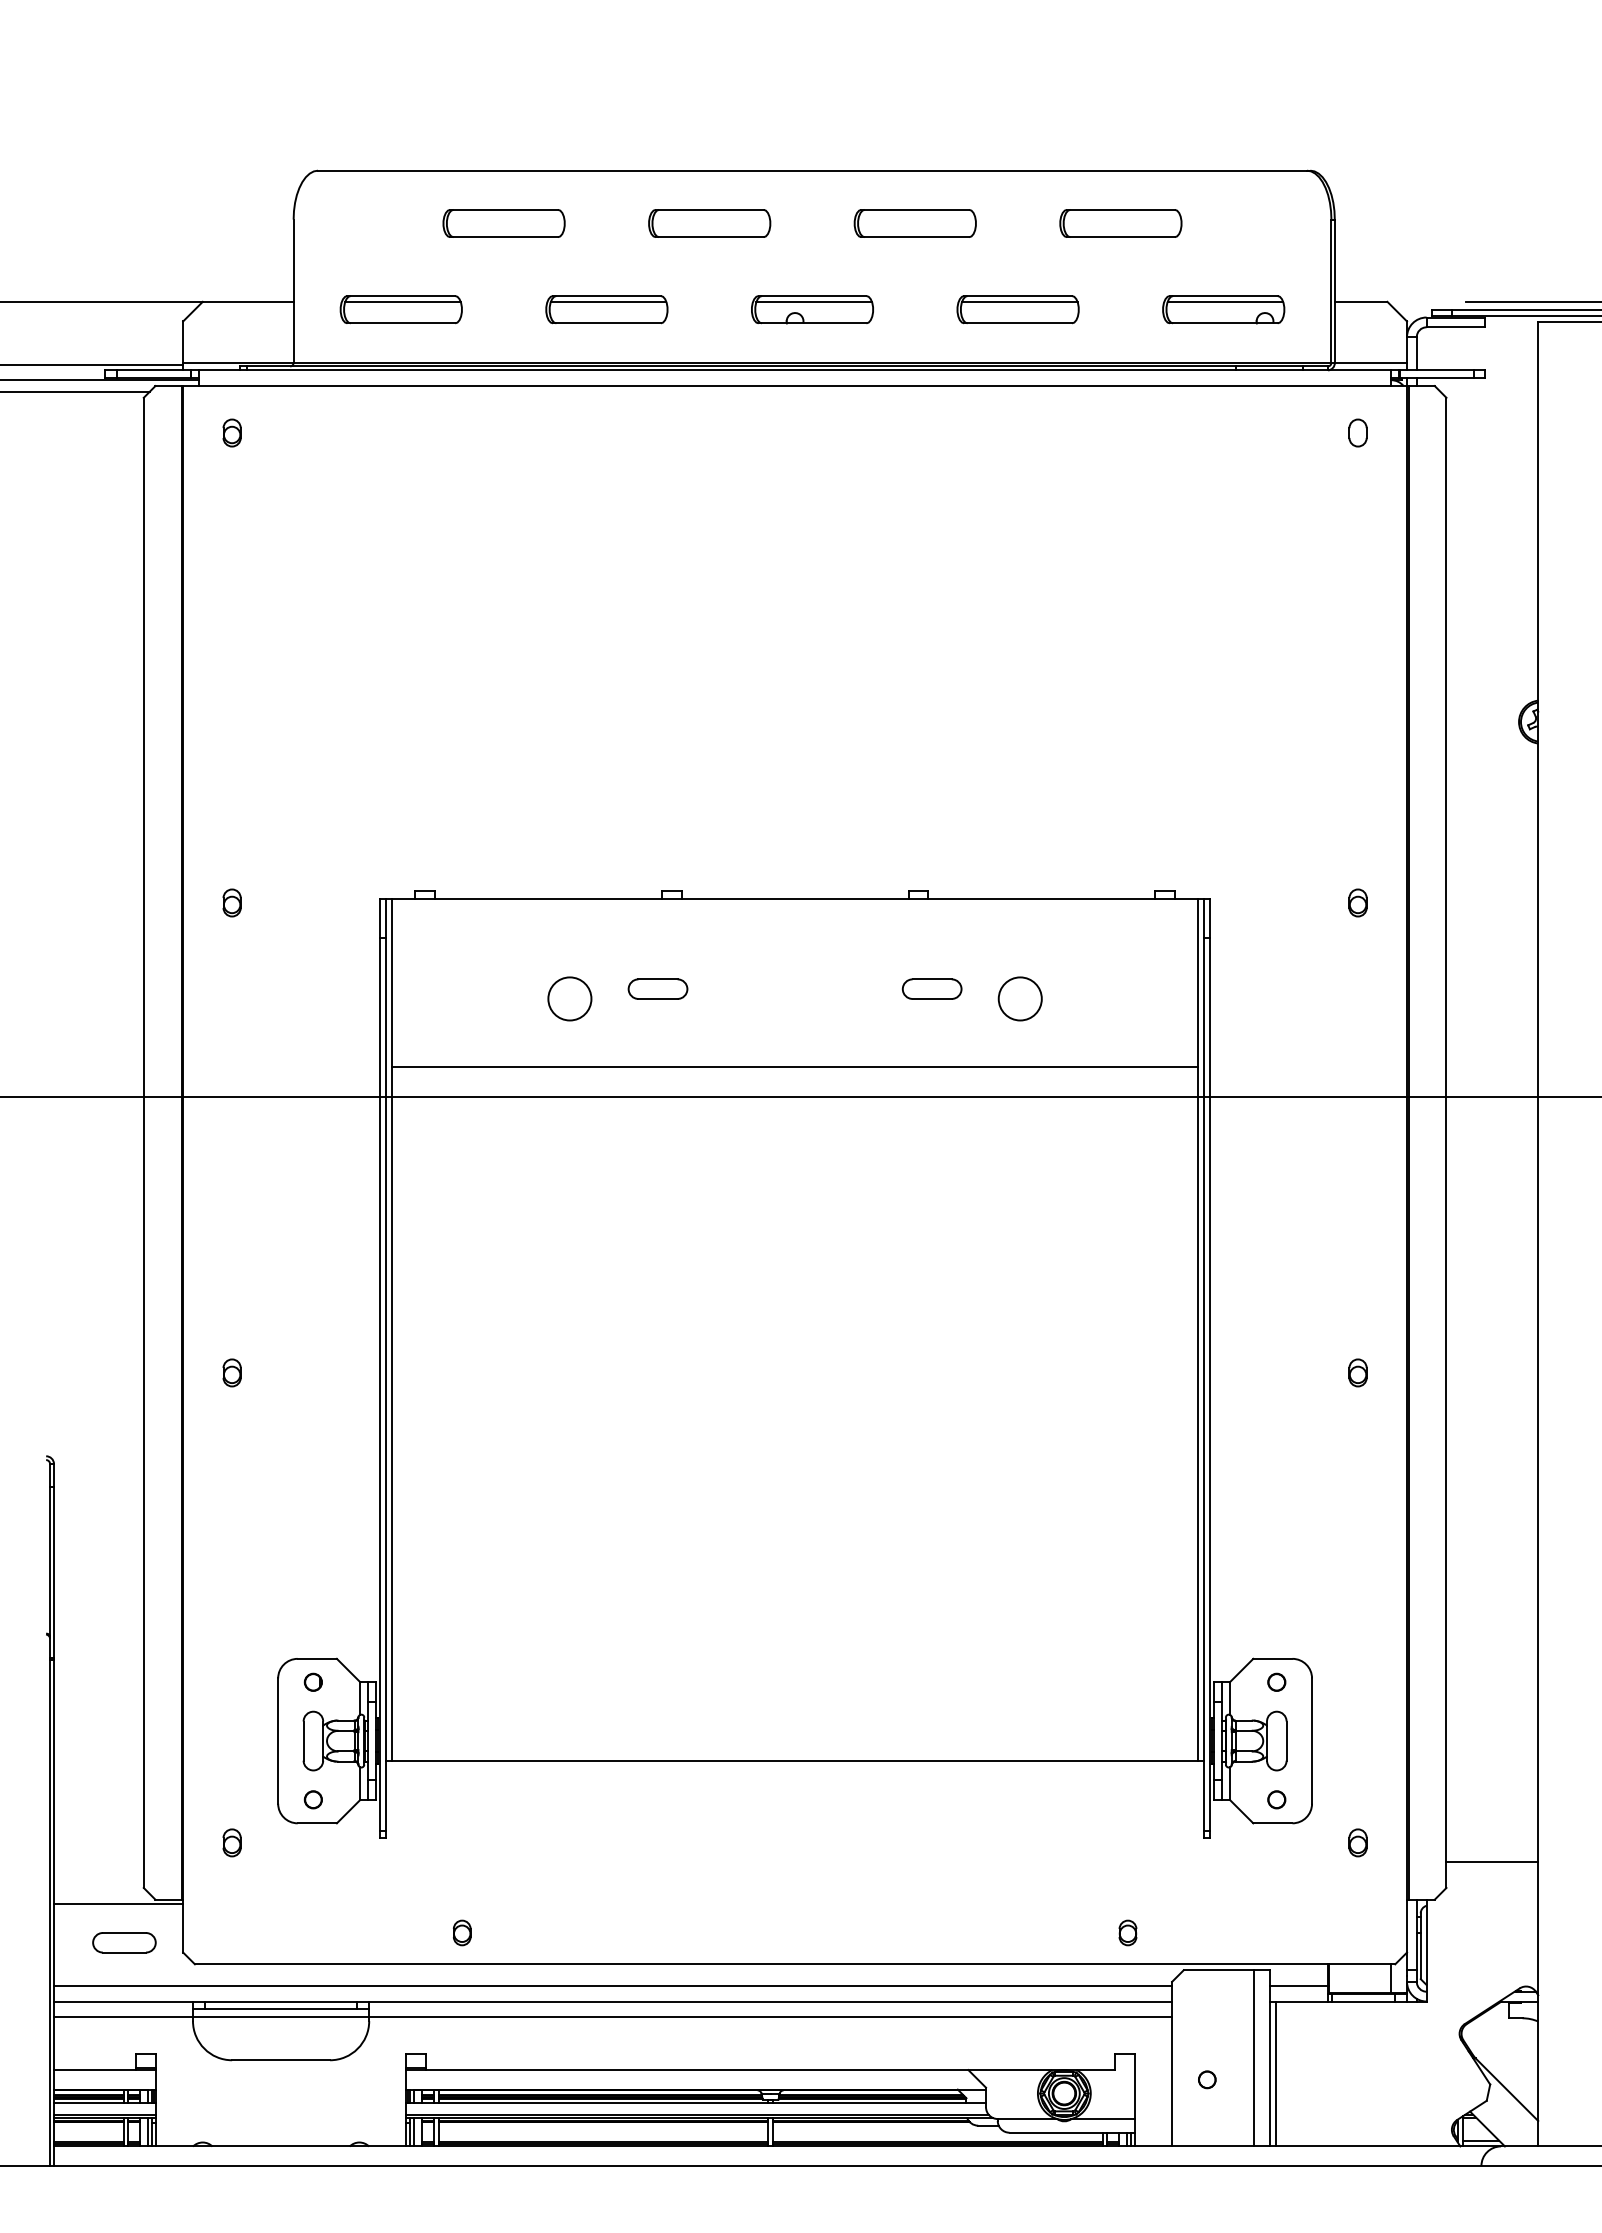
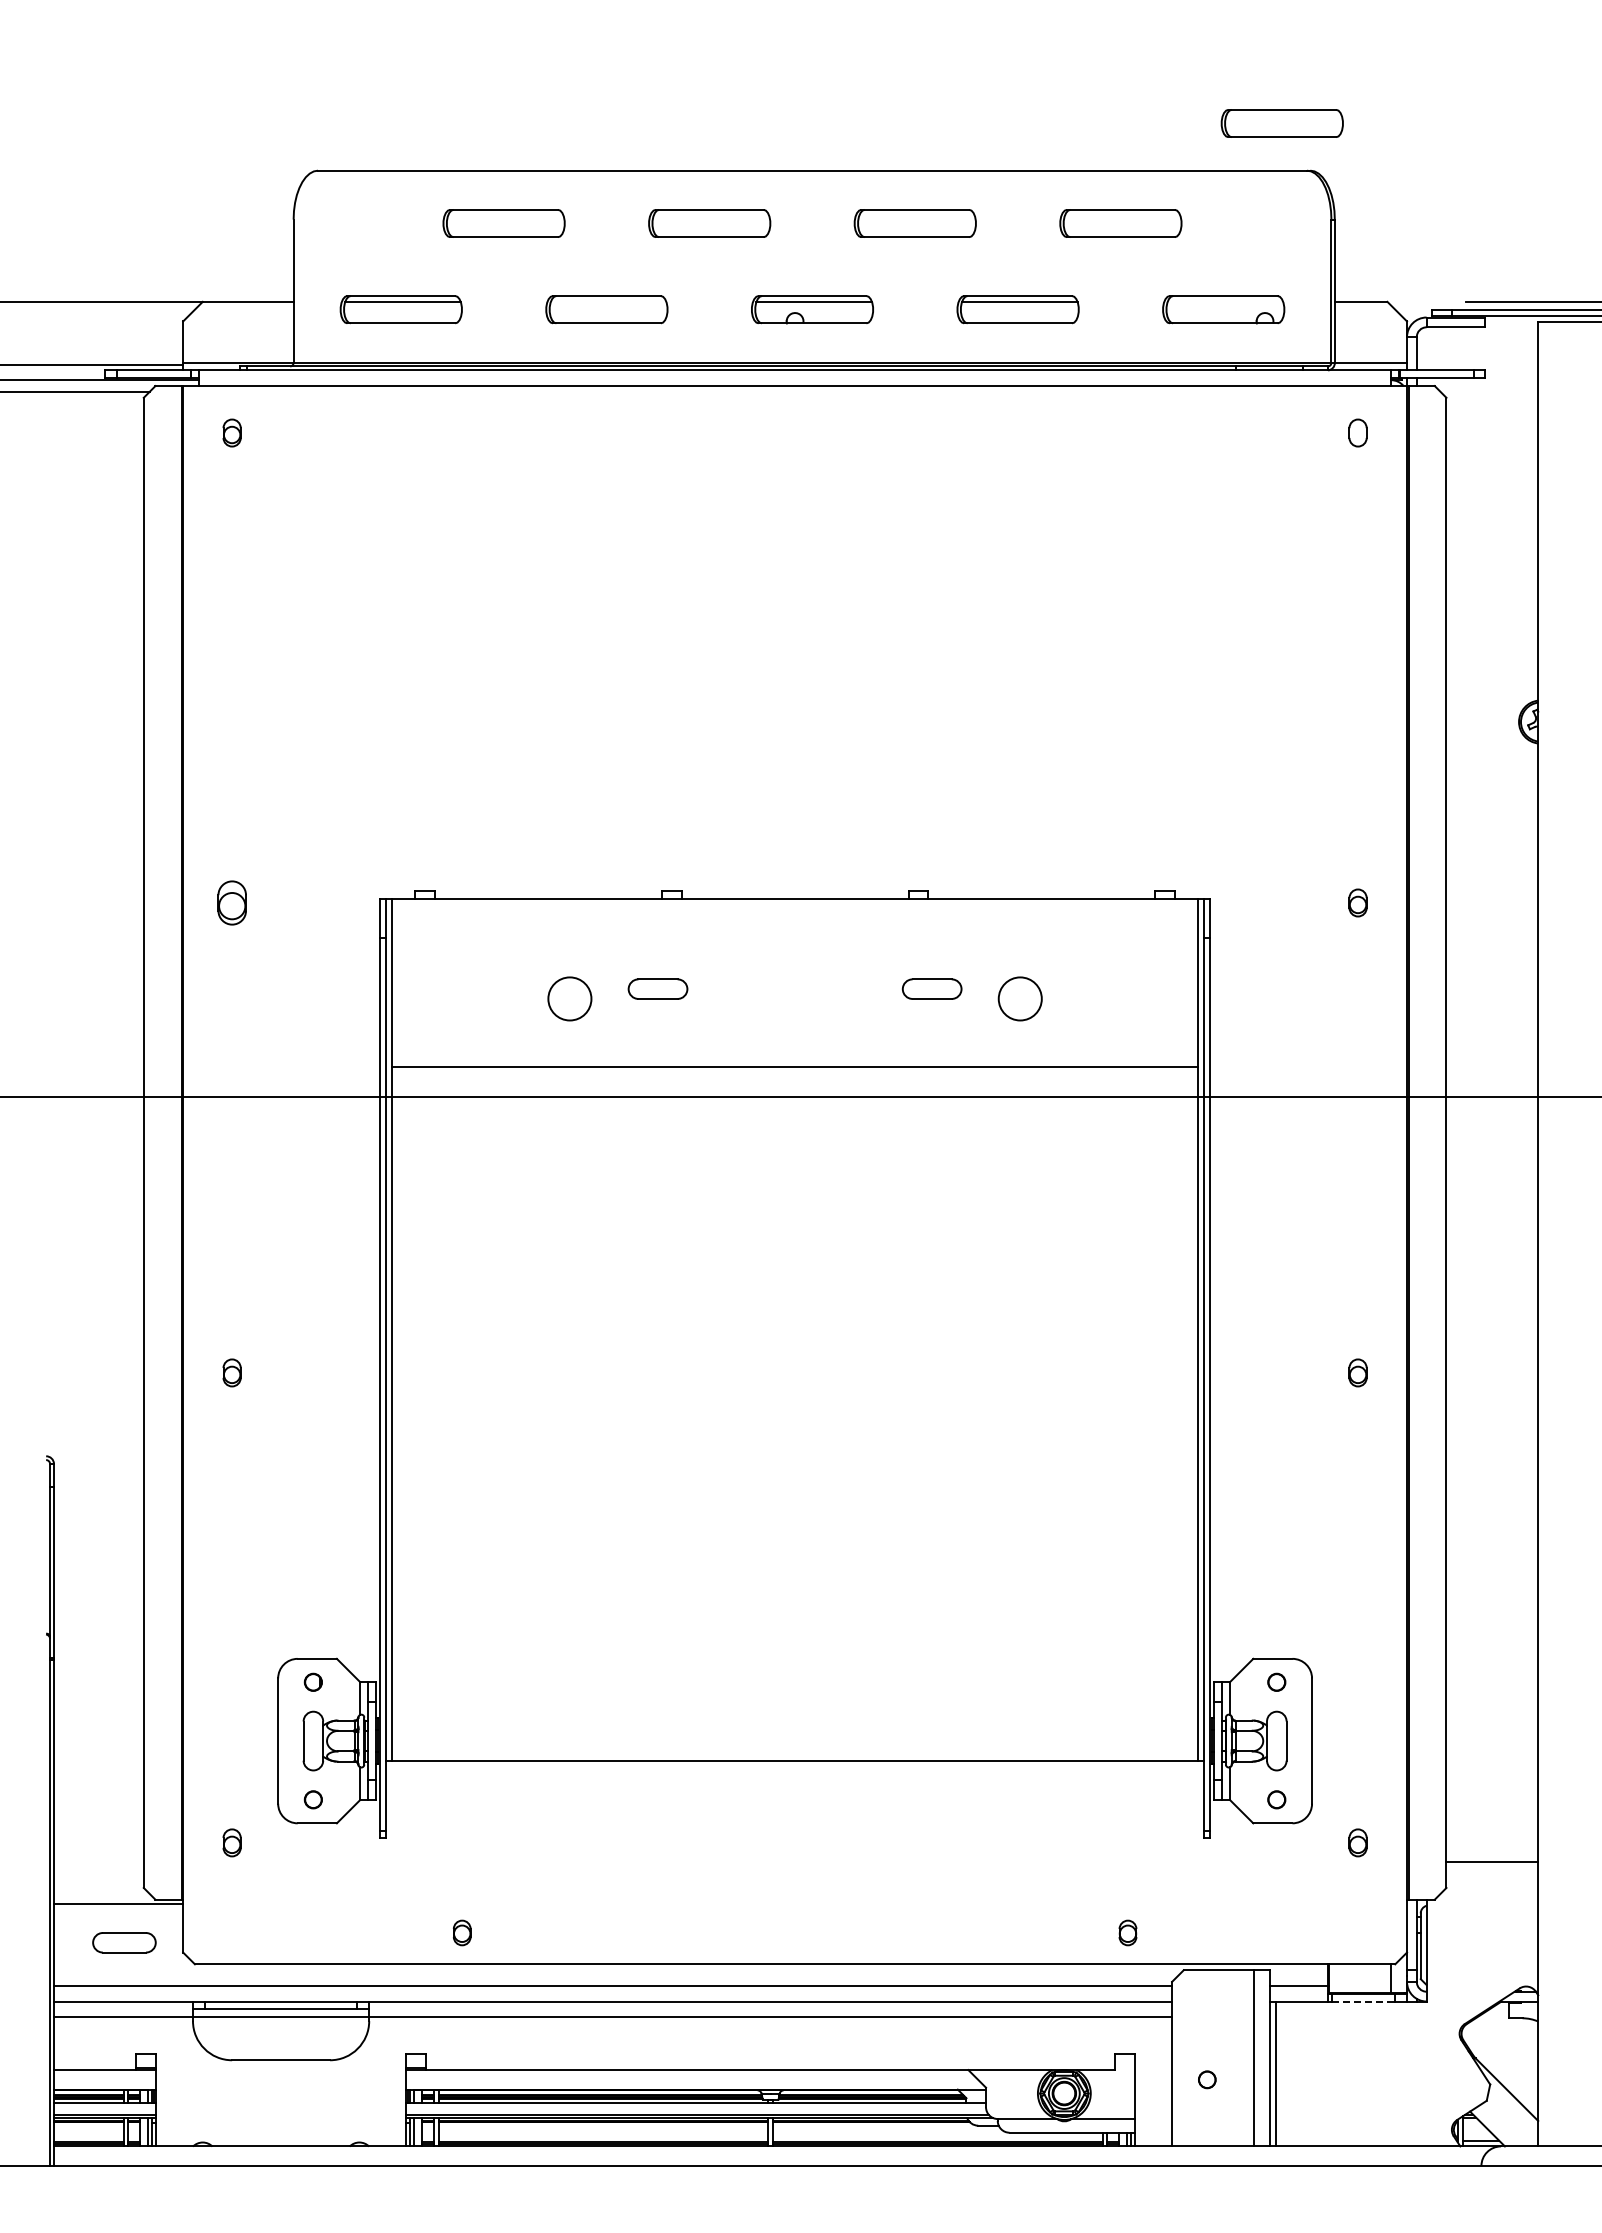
part at (1281, 123): none -> present
line at (608, 301): present -> none
line at (1225, 301): present -> none
part at (231, 902) size: 20x30 px -> 30x46 px
line at (1363, 2001): solid -> dashed
